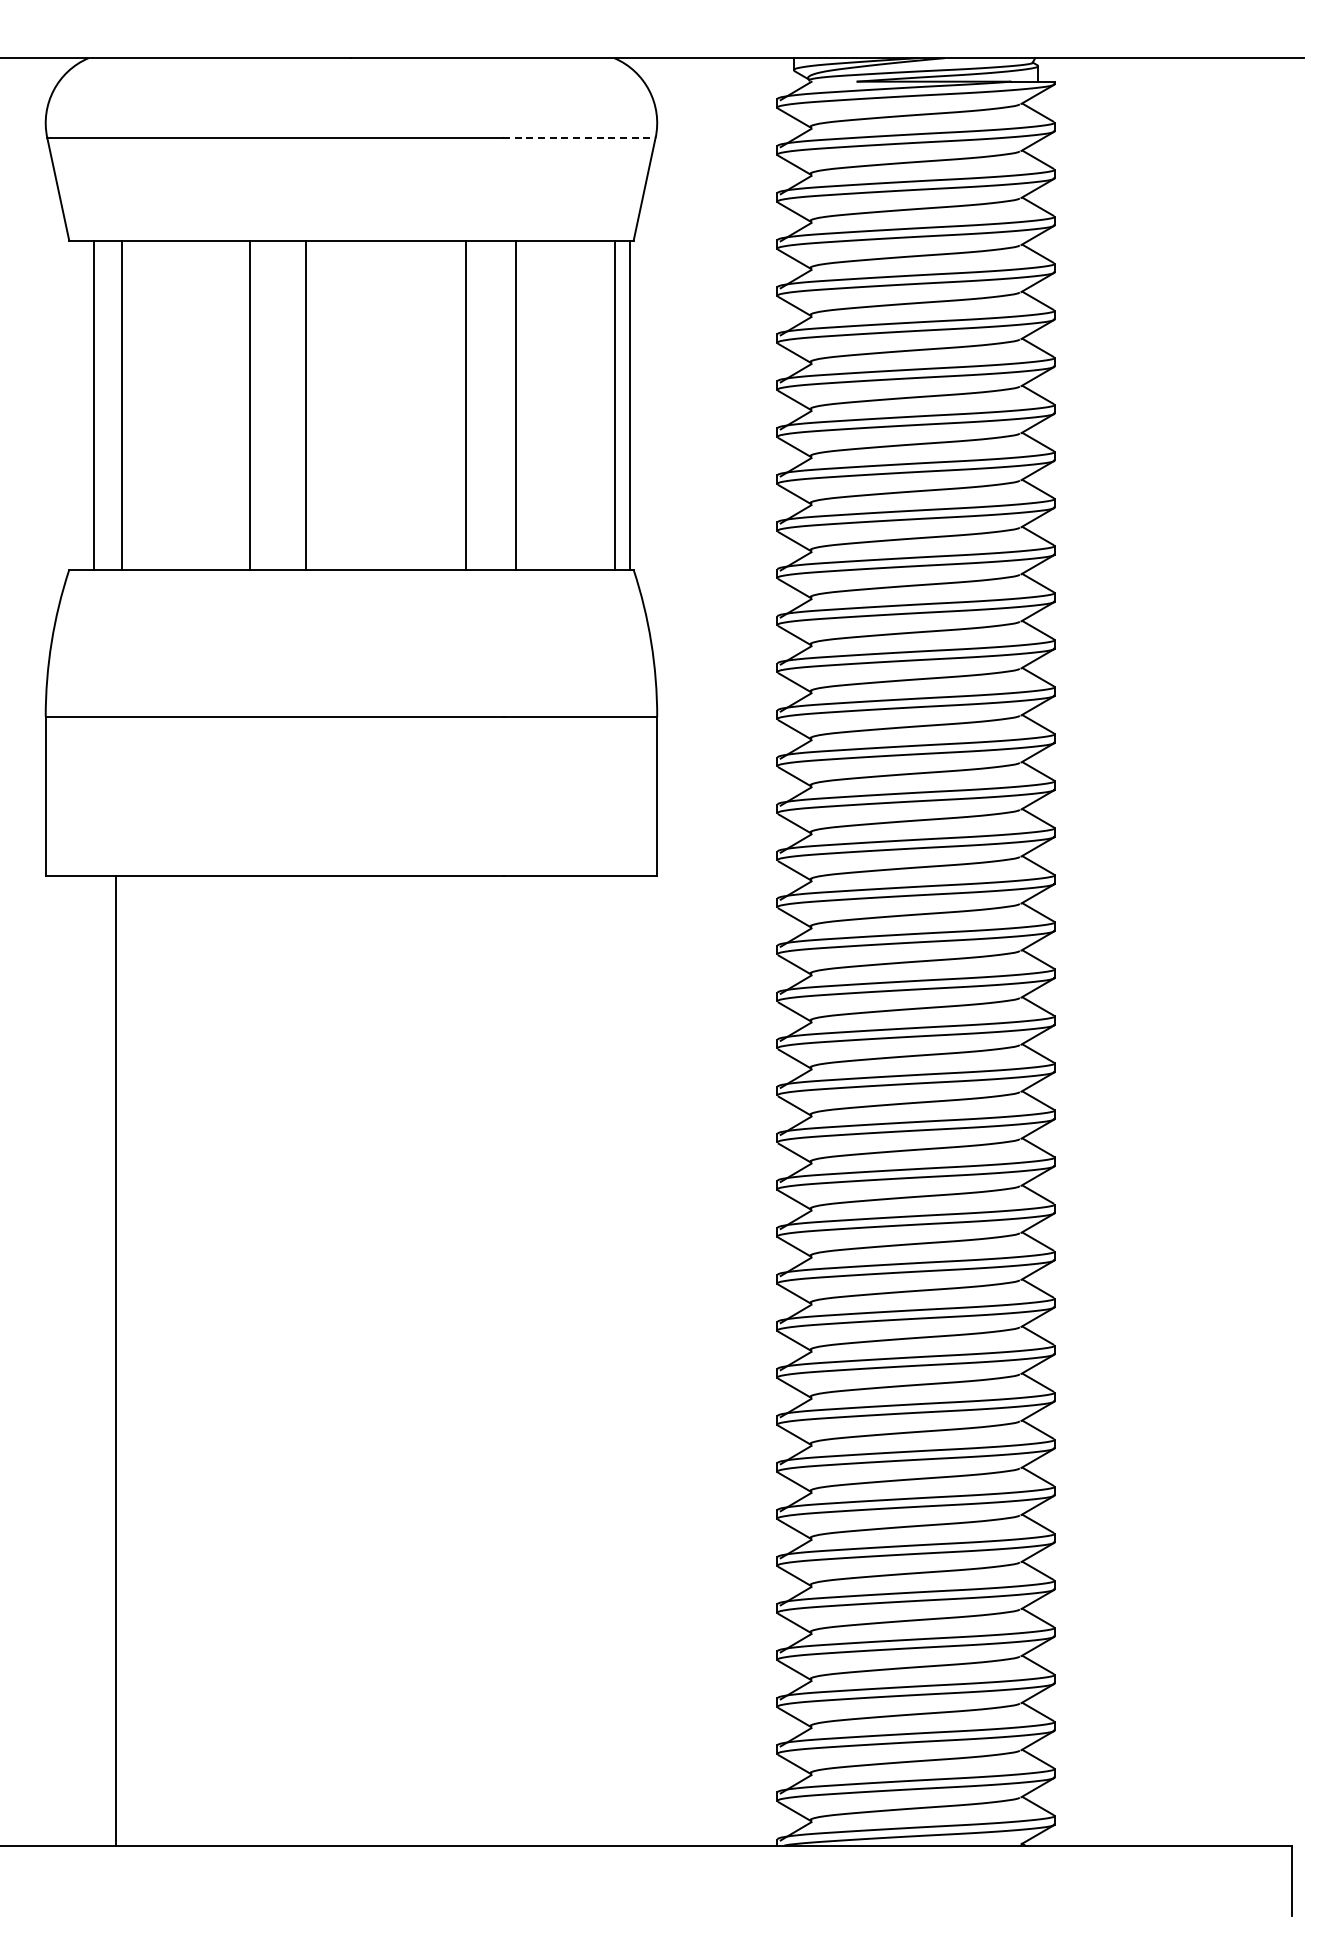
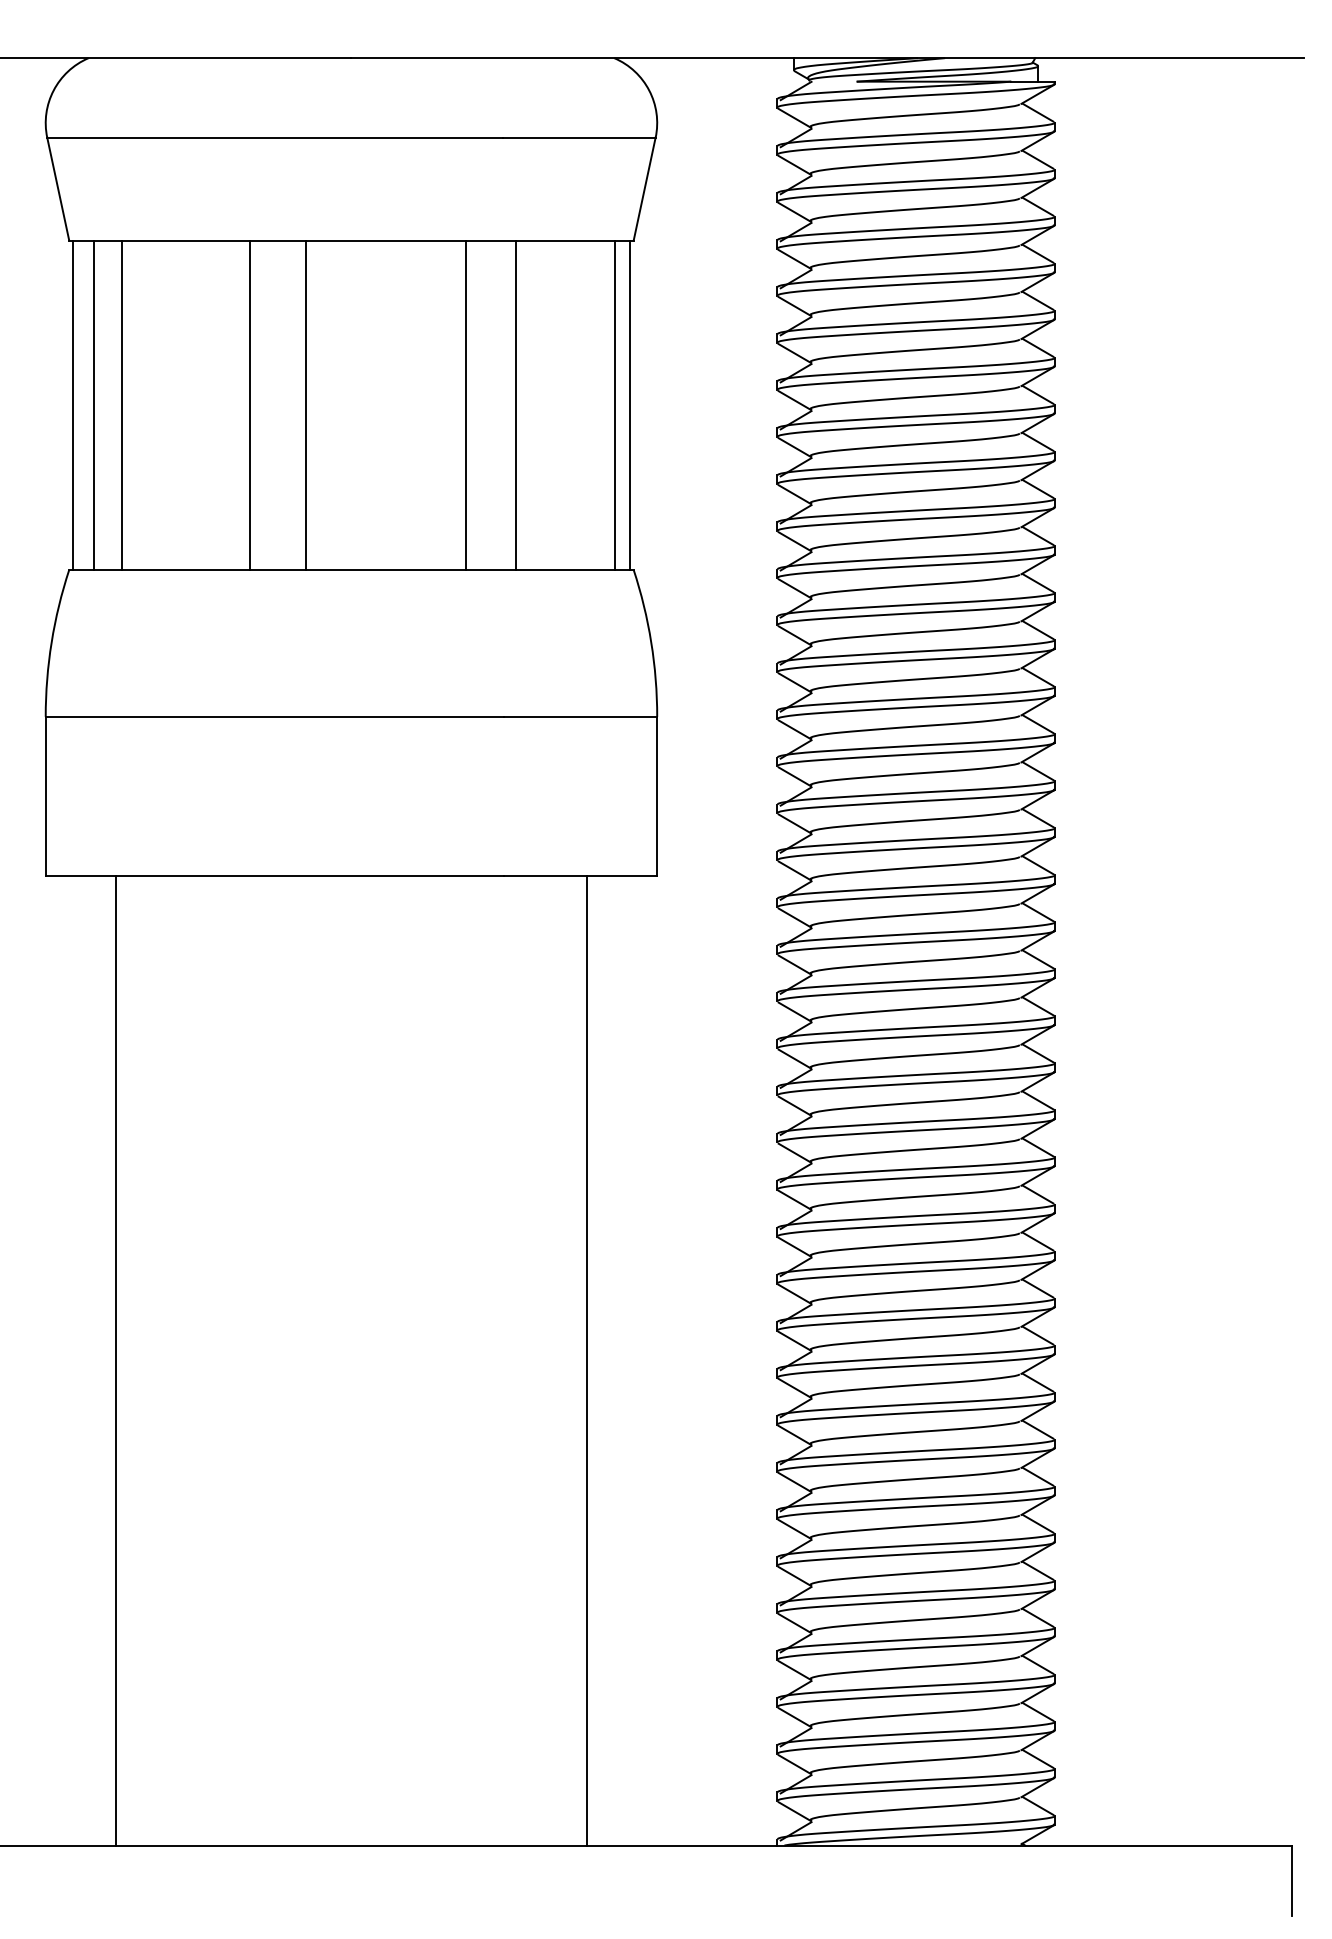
line at (579, 137): dashed -> solid
line at (72, 404): none -> present
line at (586, 1360): none -> present
